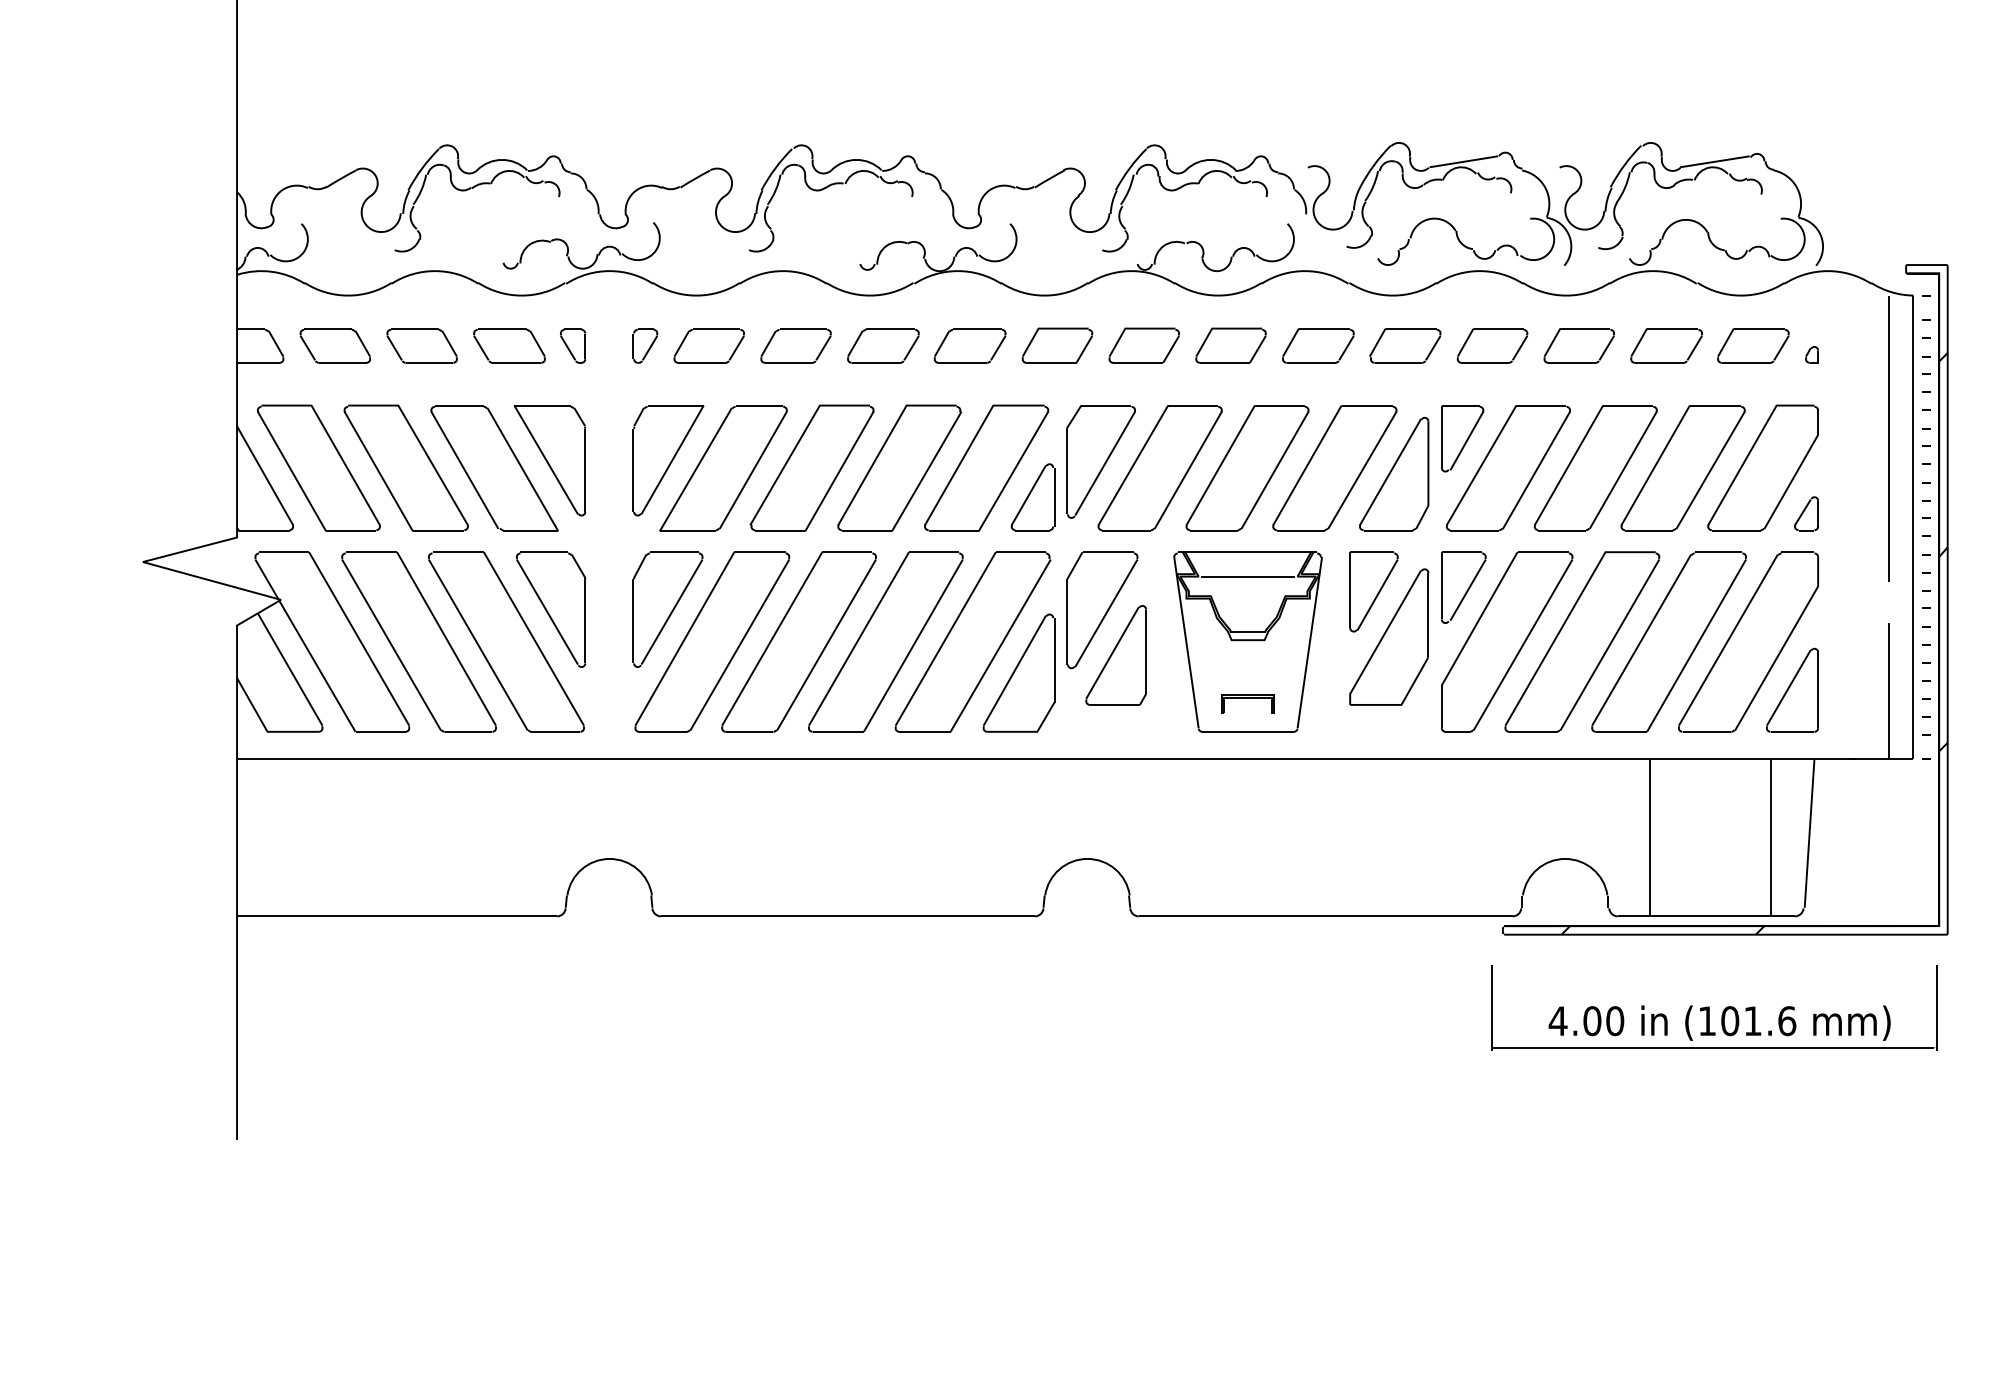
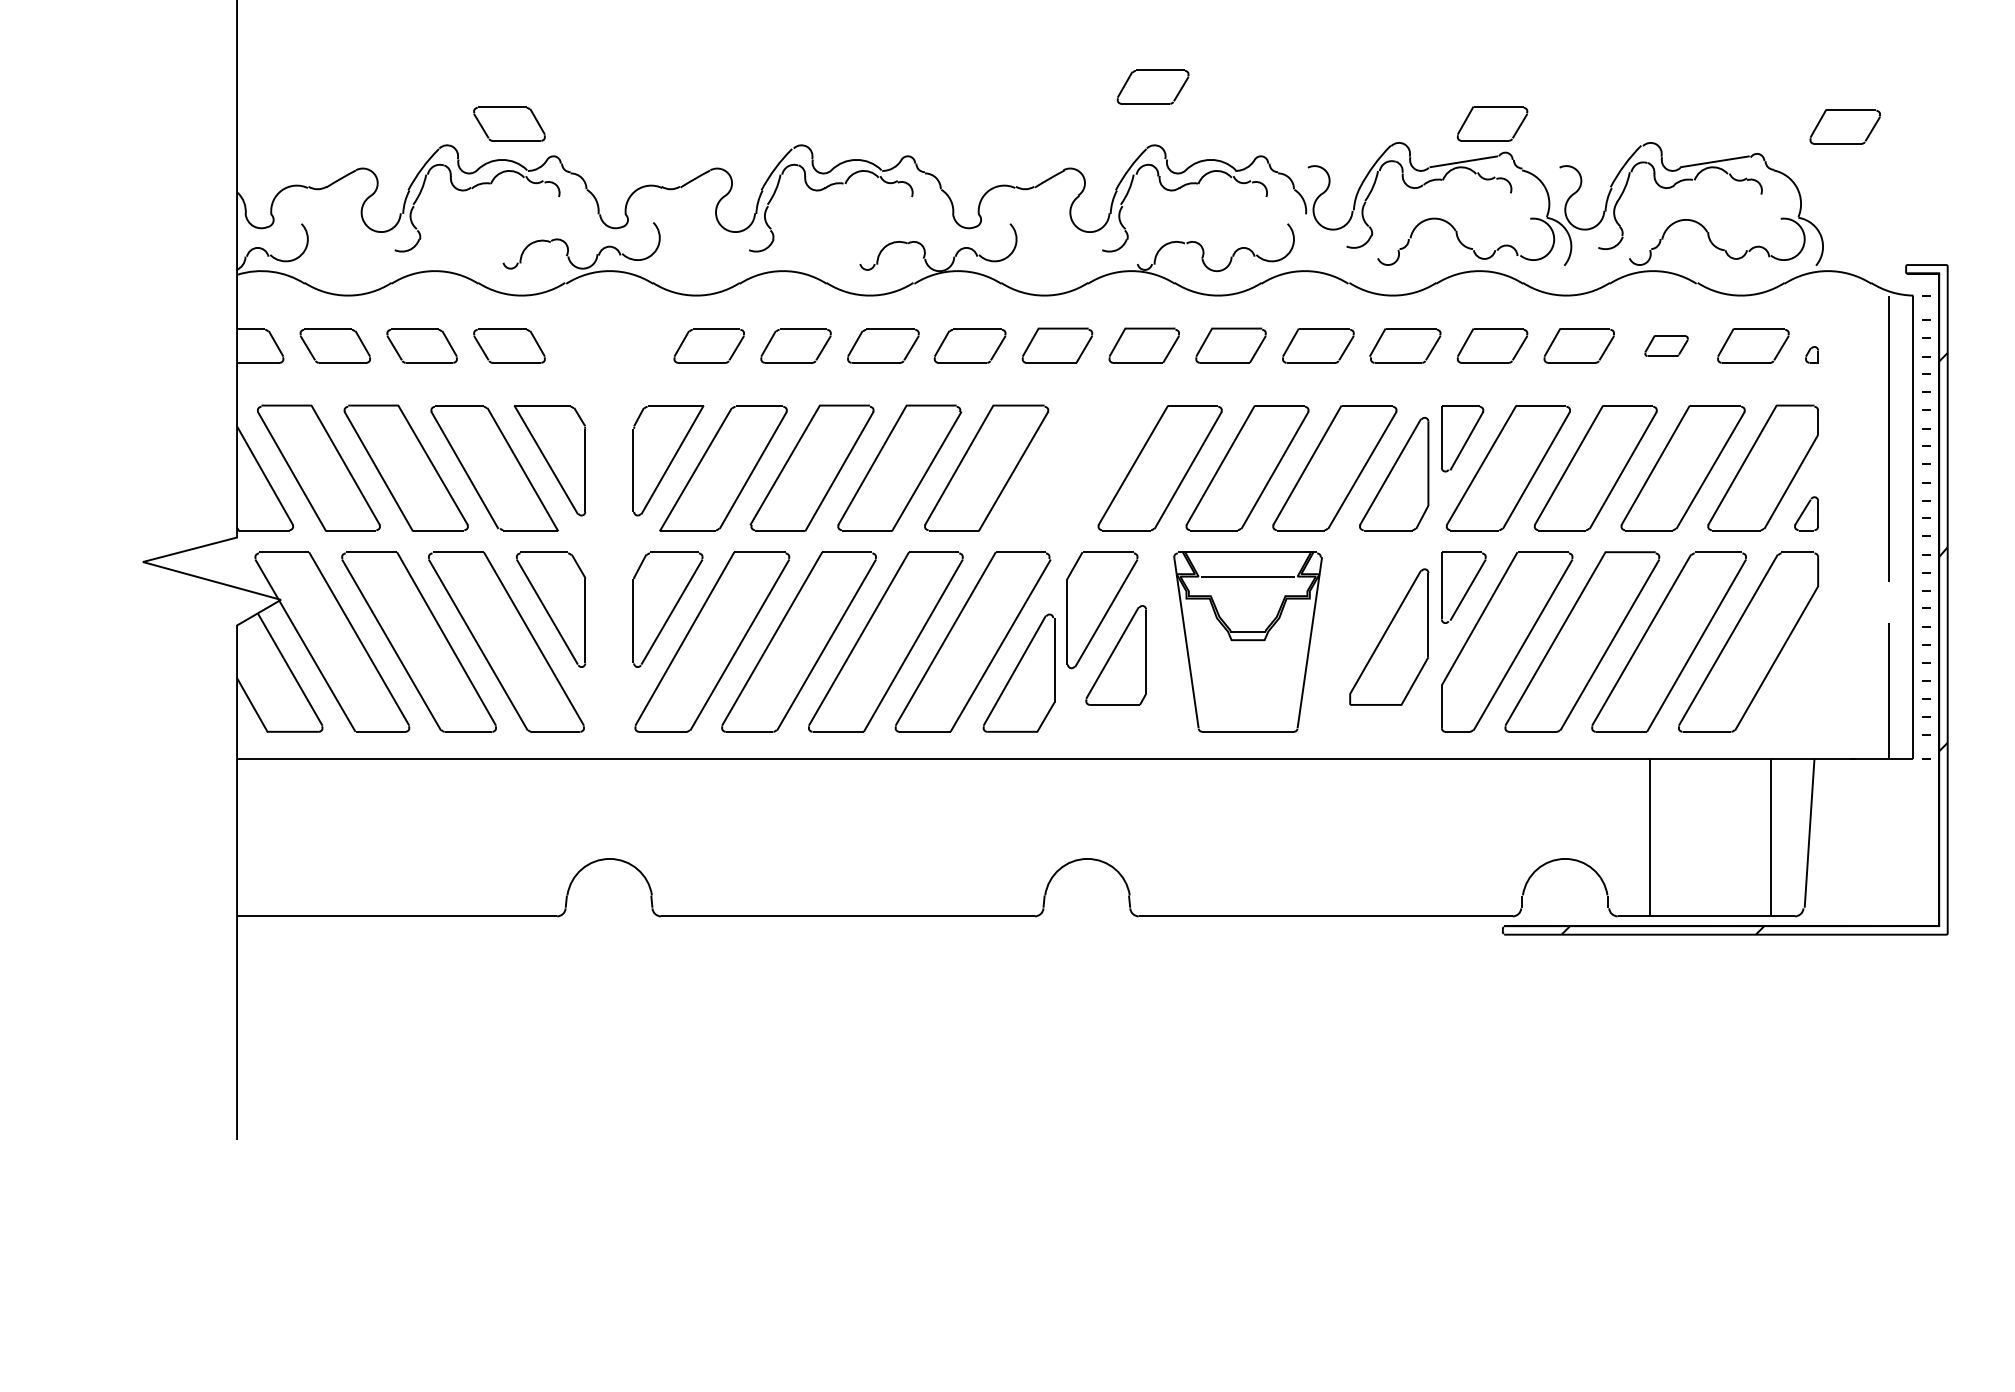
part at (1152, 86): none -> present
part at (509, 123): none -> present
part at (1492, 123): none -> present
part at (1844, 126): none -> present
part at (573, 345): present -> none
part at (645, 345): present -> none
part at (1666, 345) size: 73x36 px -> 45x22 px
part at (1100, 461): present -> none
part at (1032, 497): present -> none
part at (1373, 591): present -> none
part at (1792, 689): present -> none
part at (1247, 703): present -> none
part at (1714, 1007): present -> none
